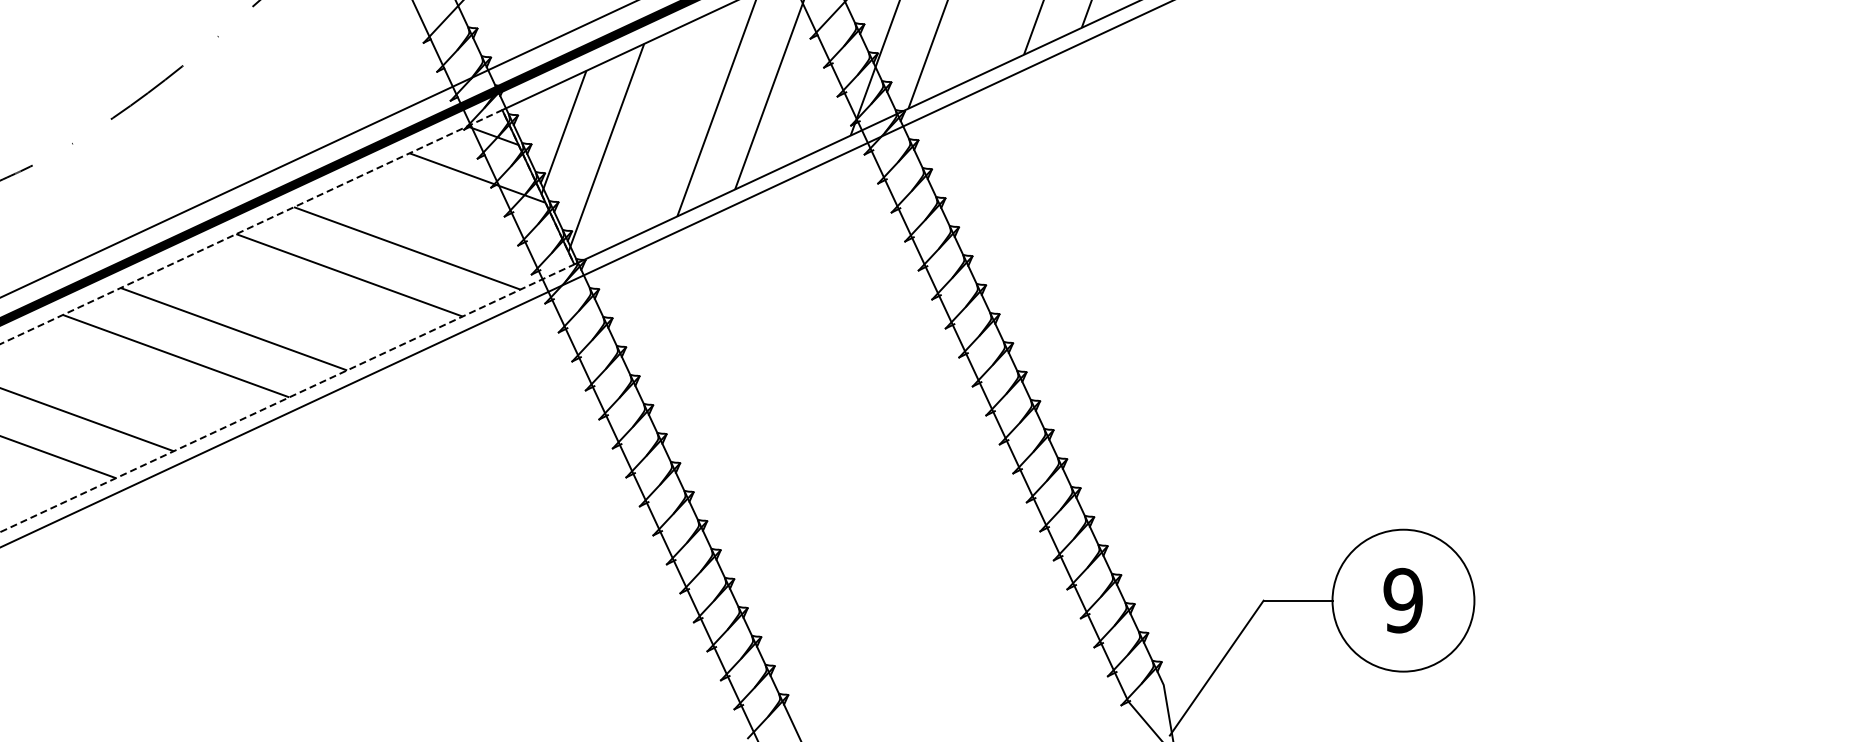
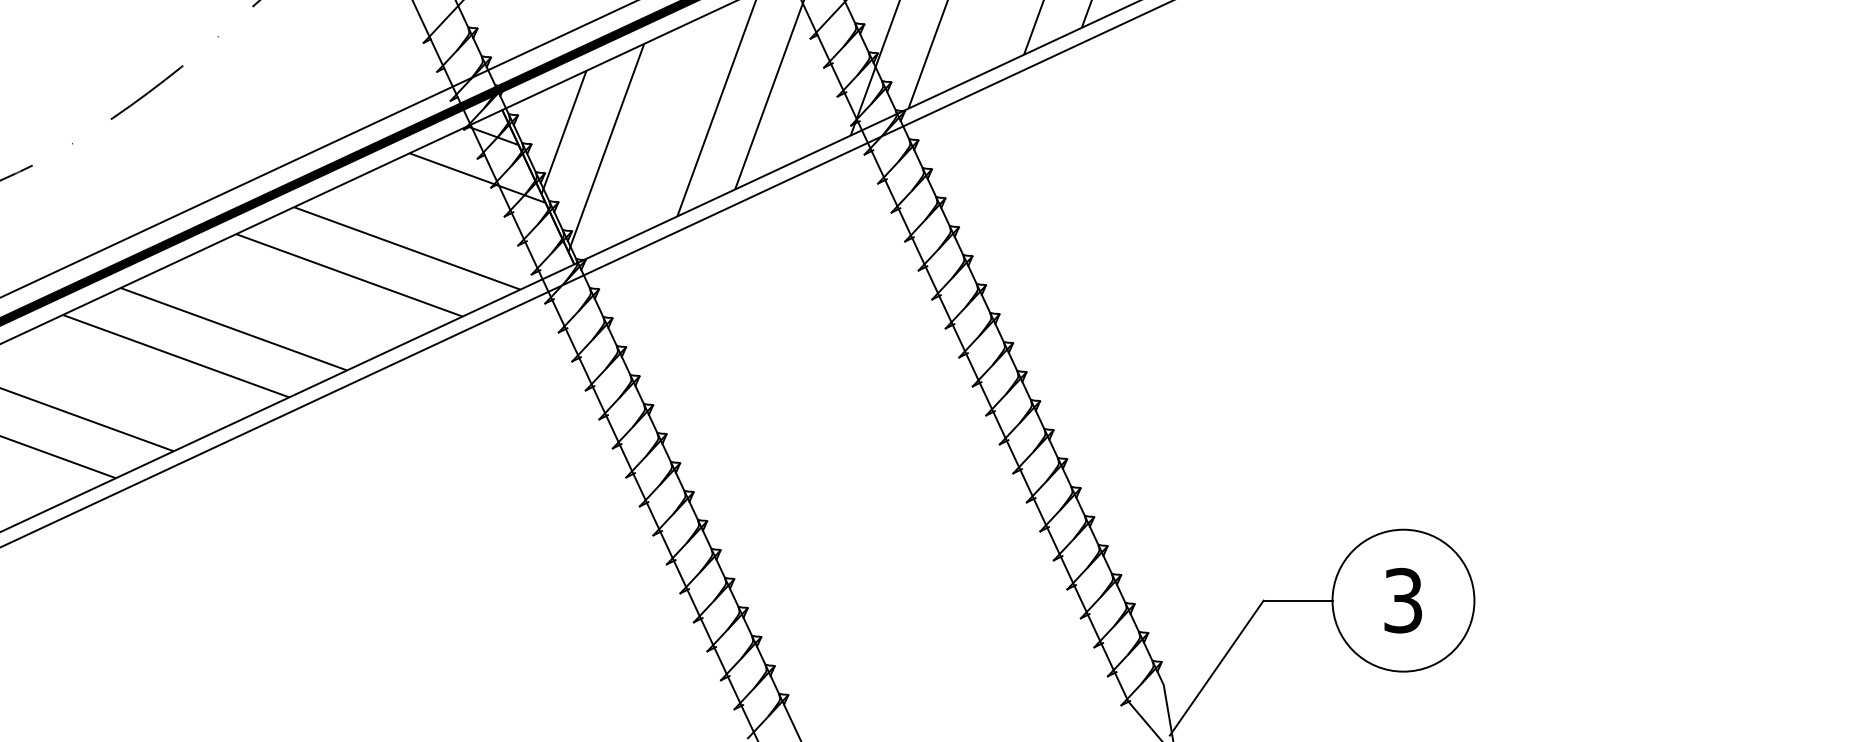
line at (554, 222): dashed -> solid
text at (1402, 600): 9 -> 3
